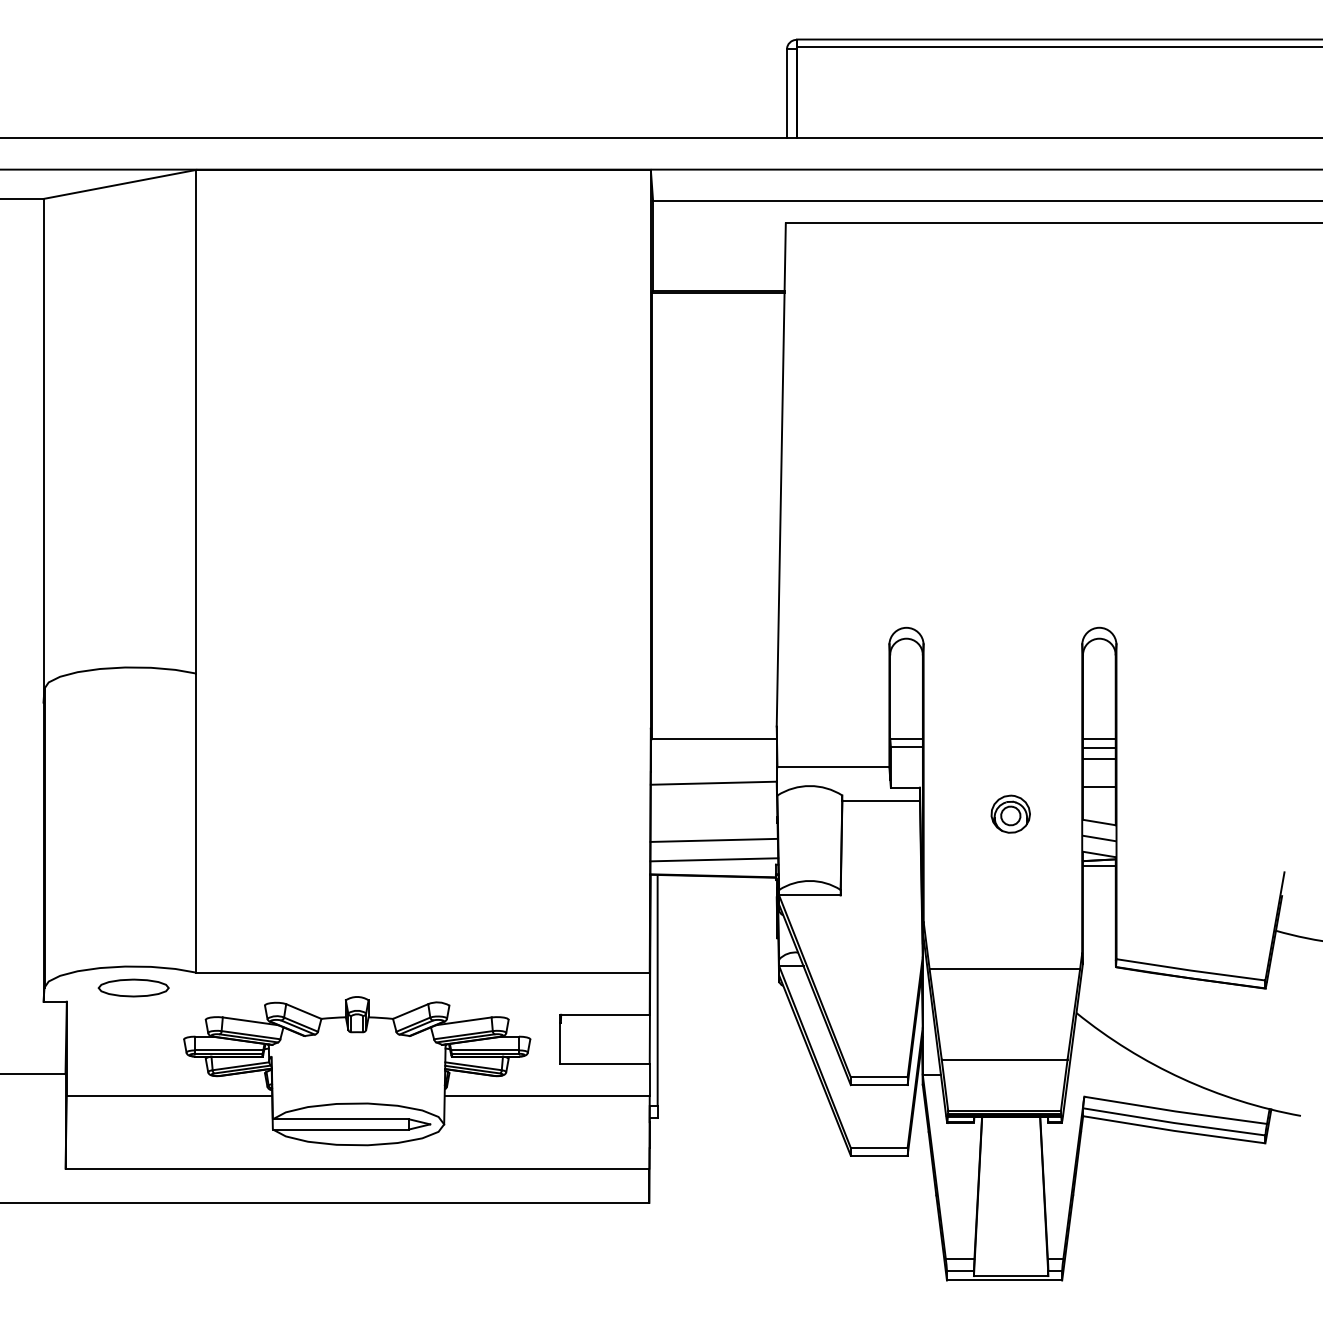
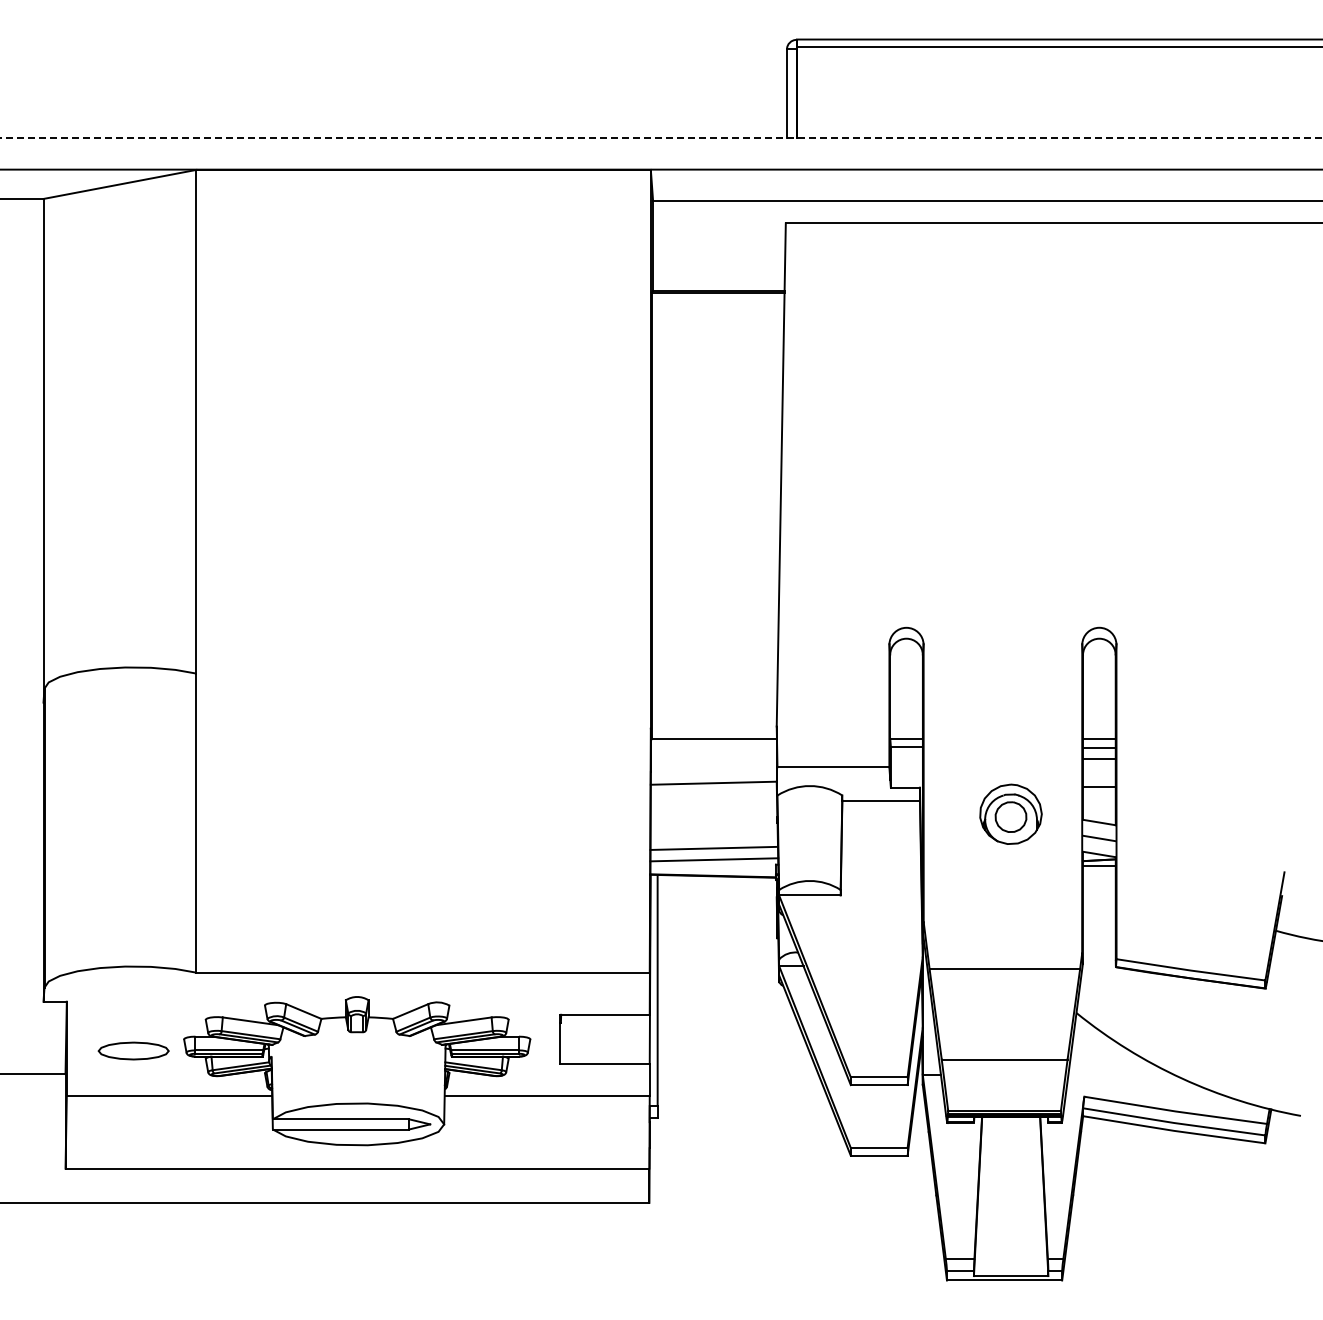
line at (661, 138): solid -> dashed
part at (1010, 813) size: 41x40 px -> 64x62 px
line at (713, 839) position: (713, 839) -> (713, 847)
part at (133, 987) position: (133, 987) -> (133, 1050)
